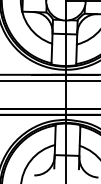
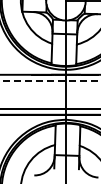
line at (50, 80): solid -> dashed
